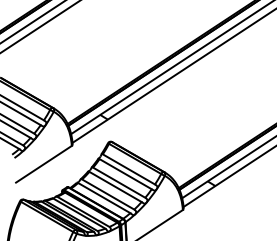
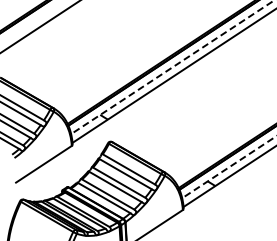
line at (32, 21): present -> none
line at (172, 67): solid -> dashed
line at (228, 167): solid -> dashed
